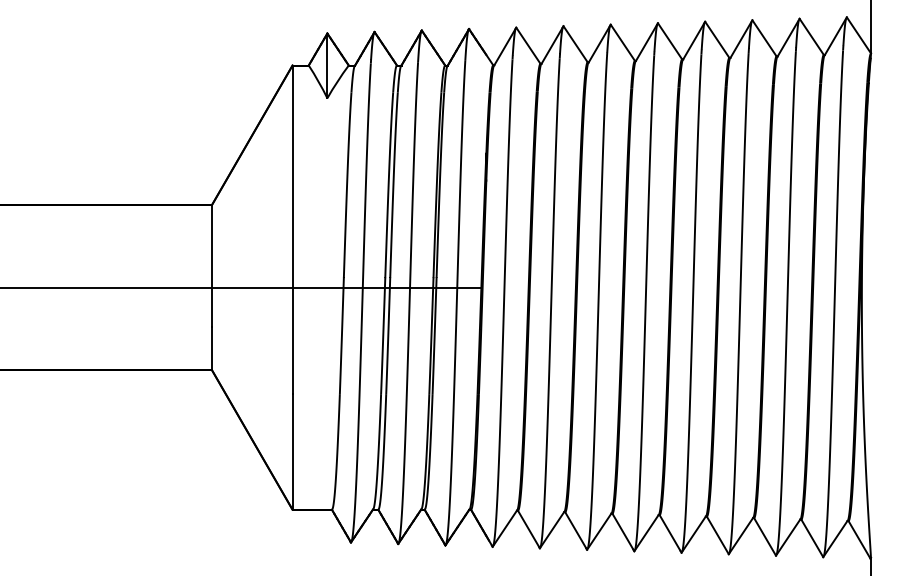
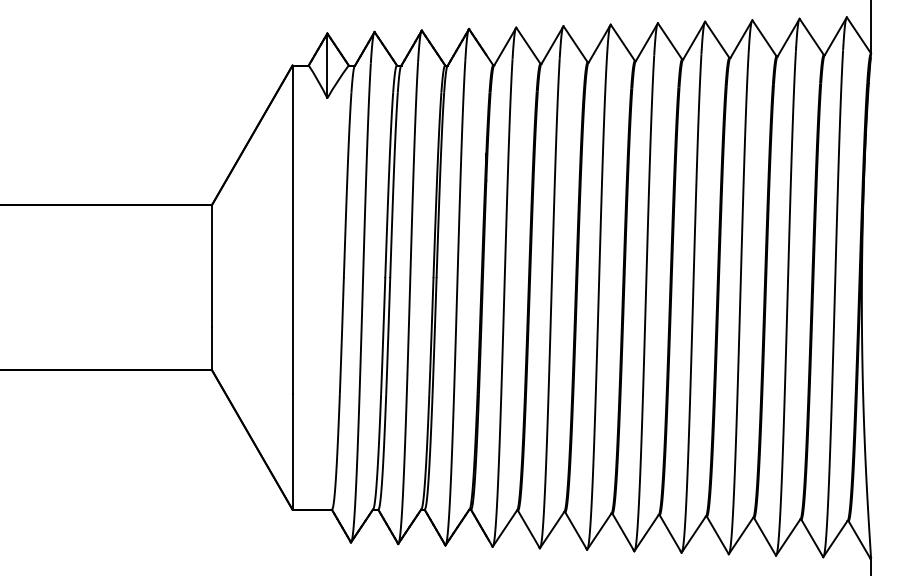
line at (241, 287): present -> none
